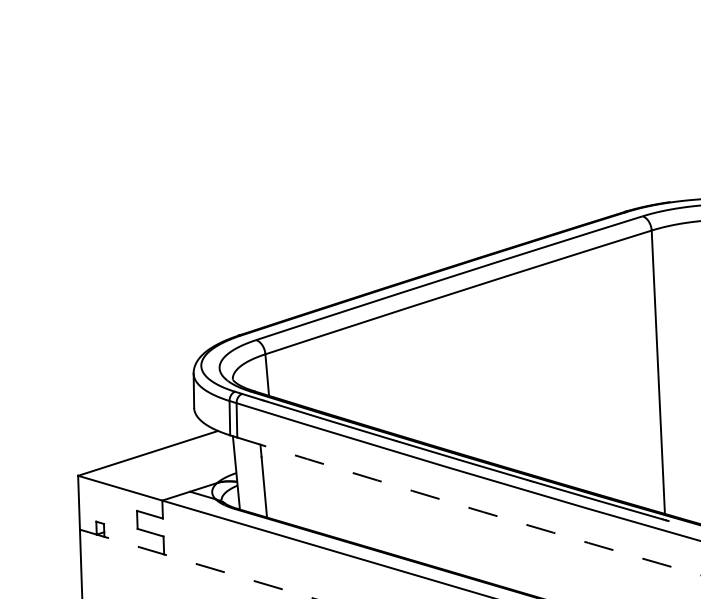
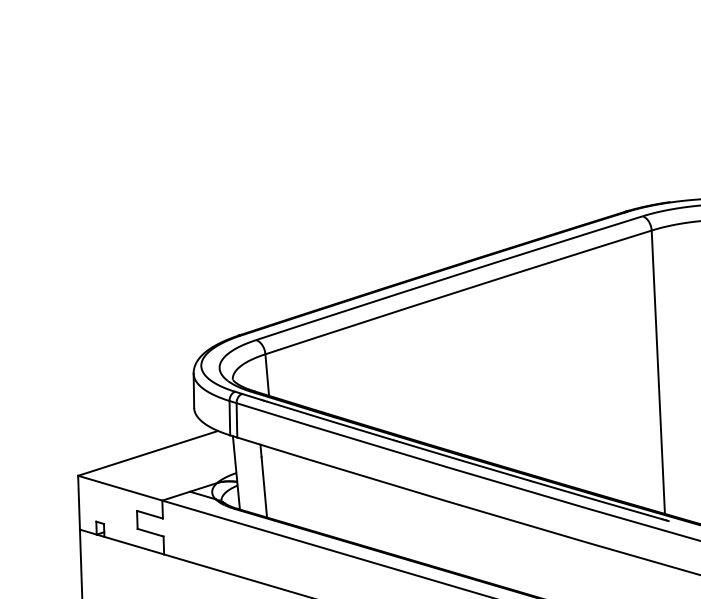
arc at (469, 507): dashed -> solid
line at (197, 564): dashed -> solid
